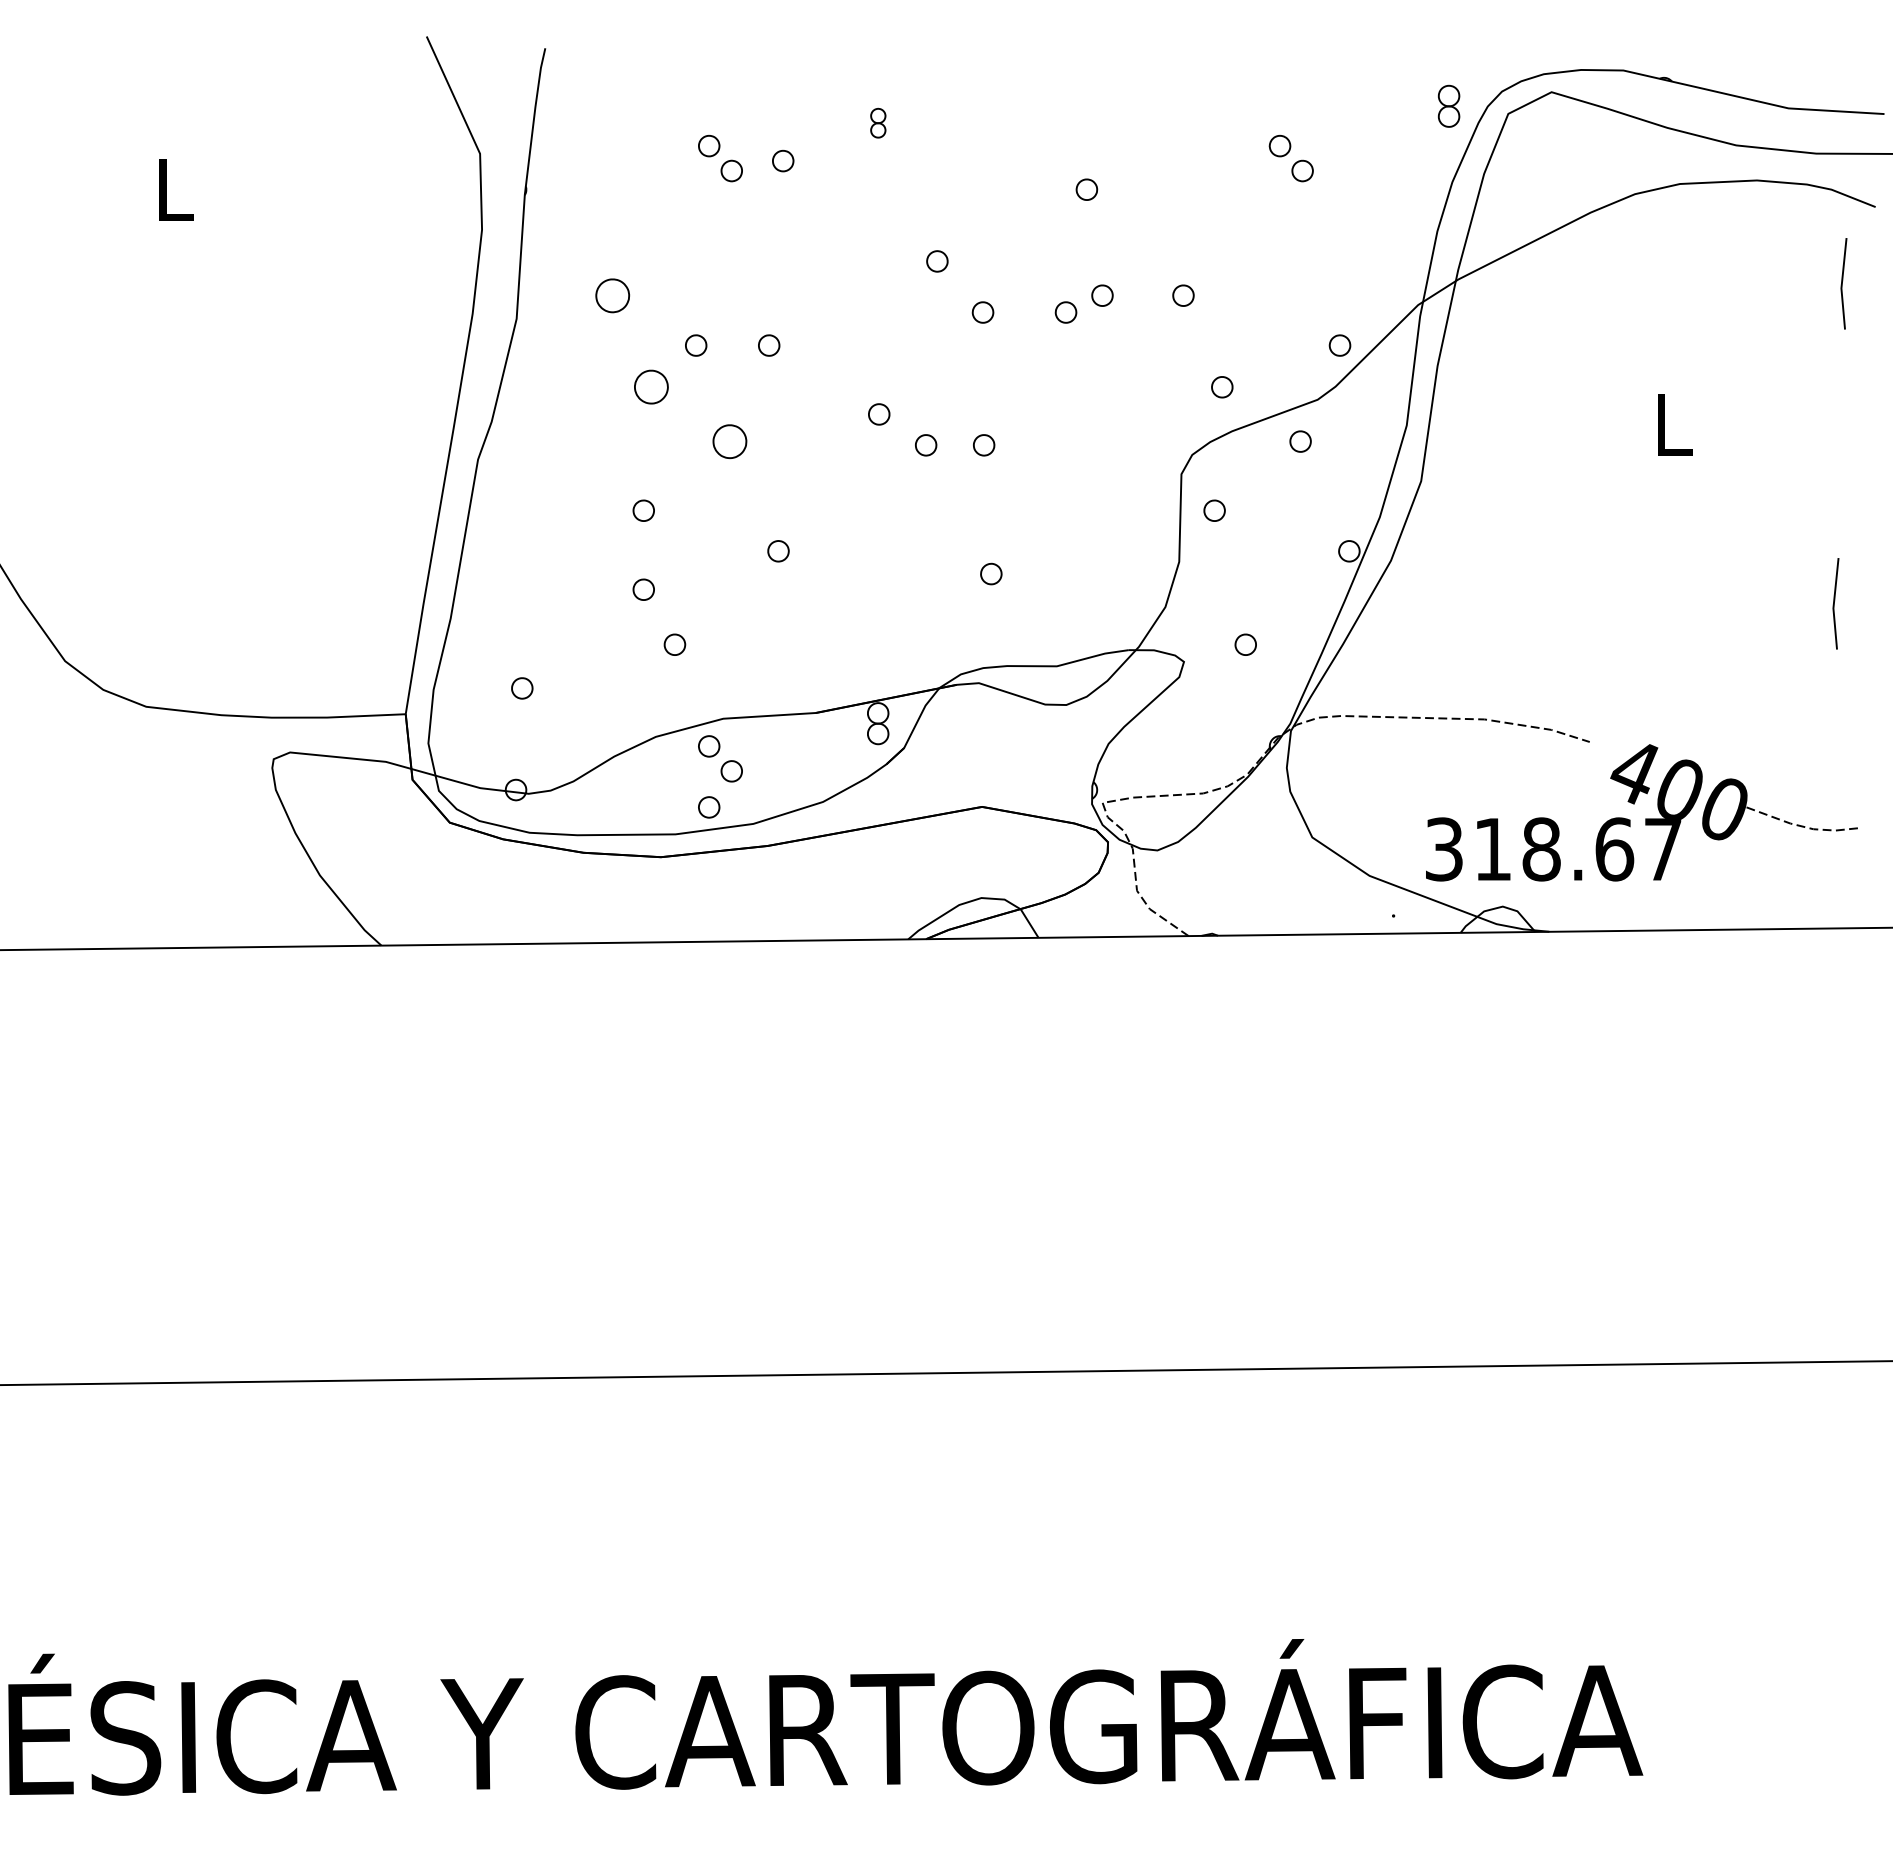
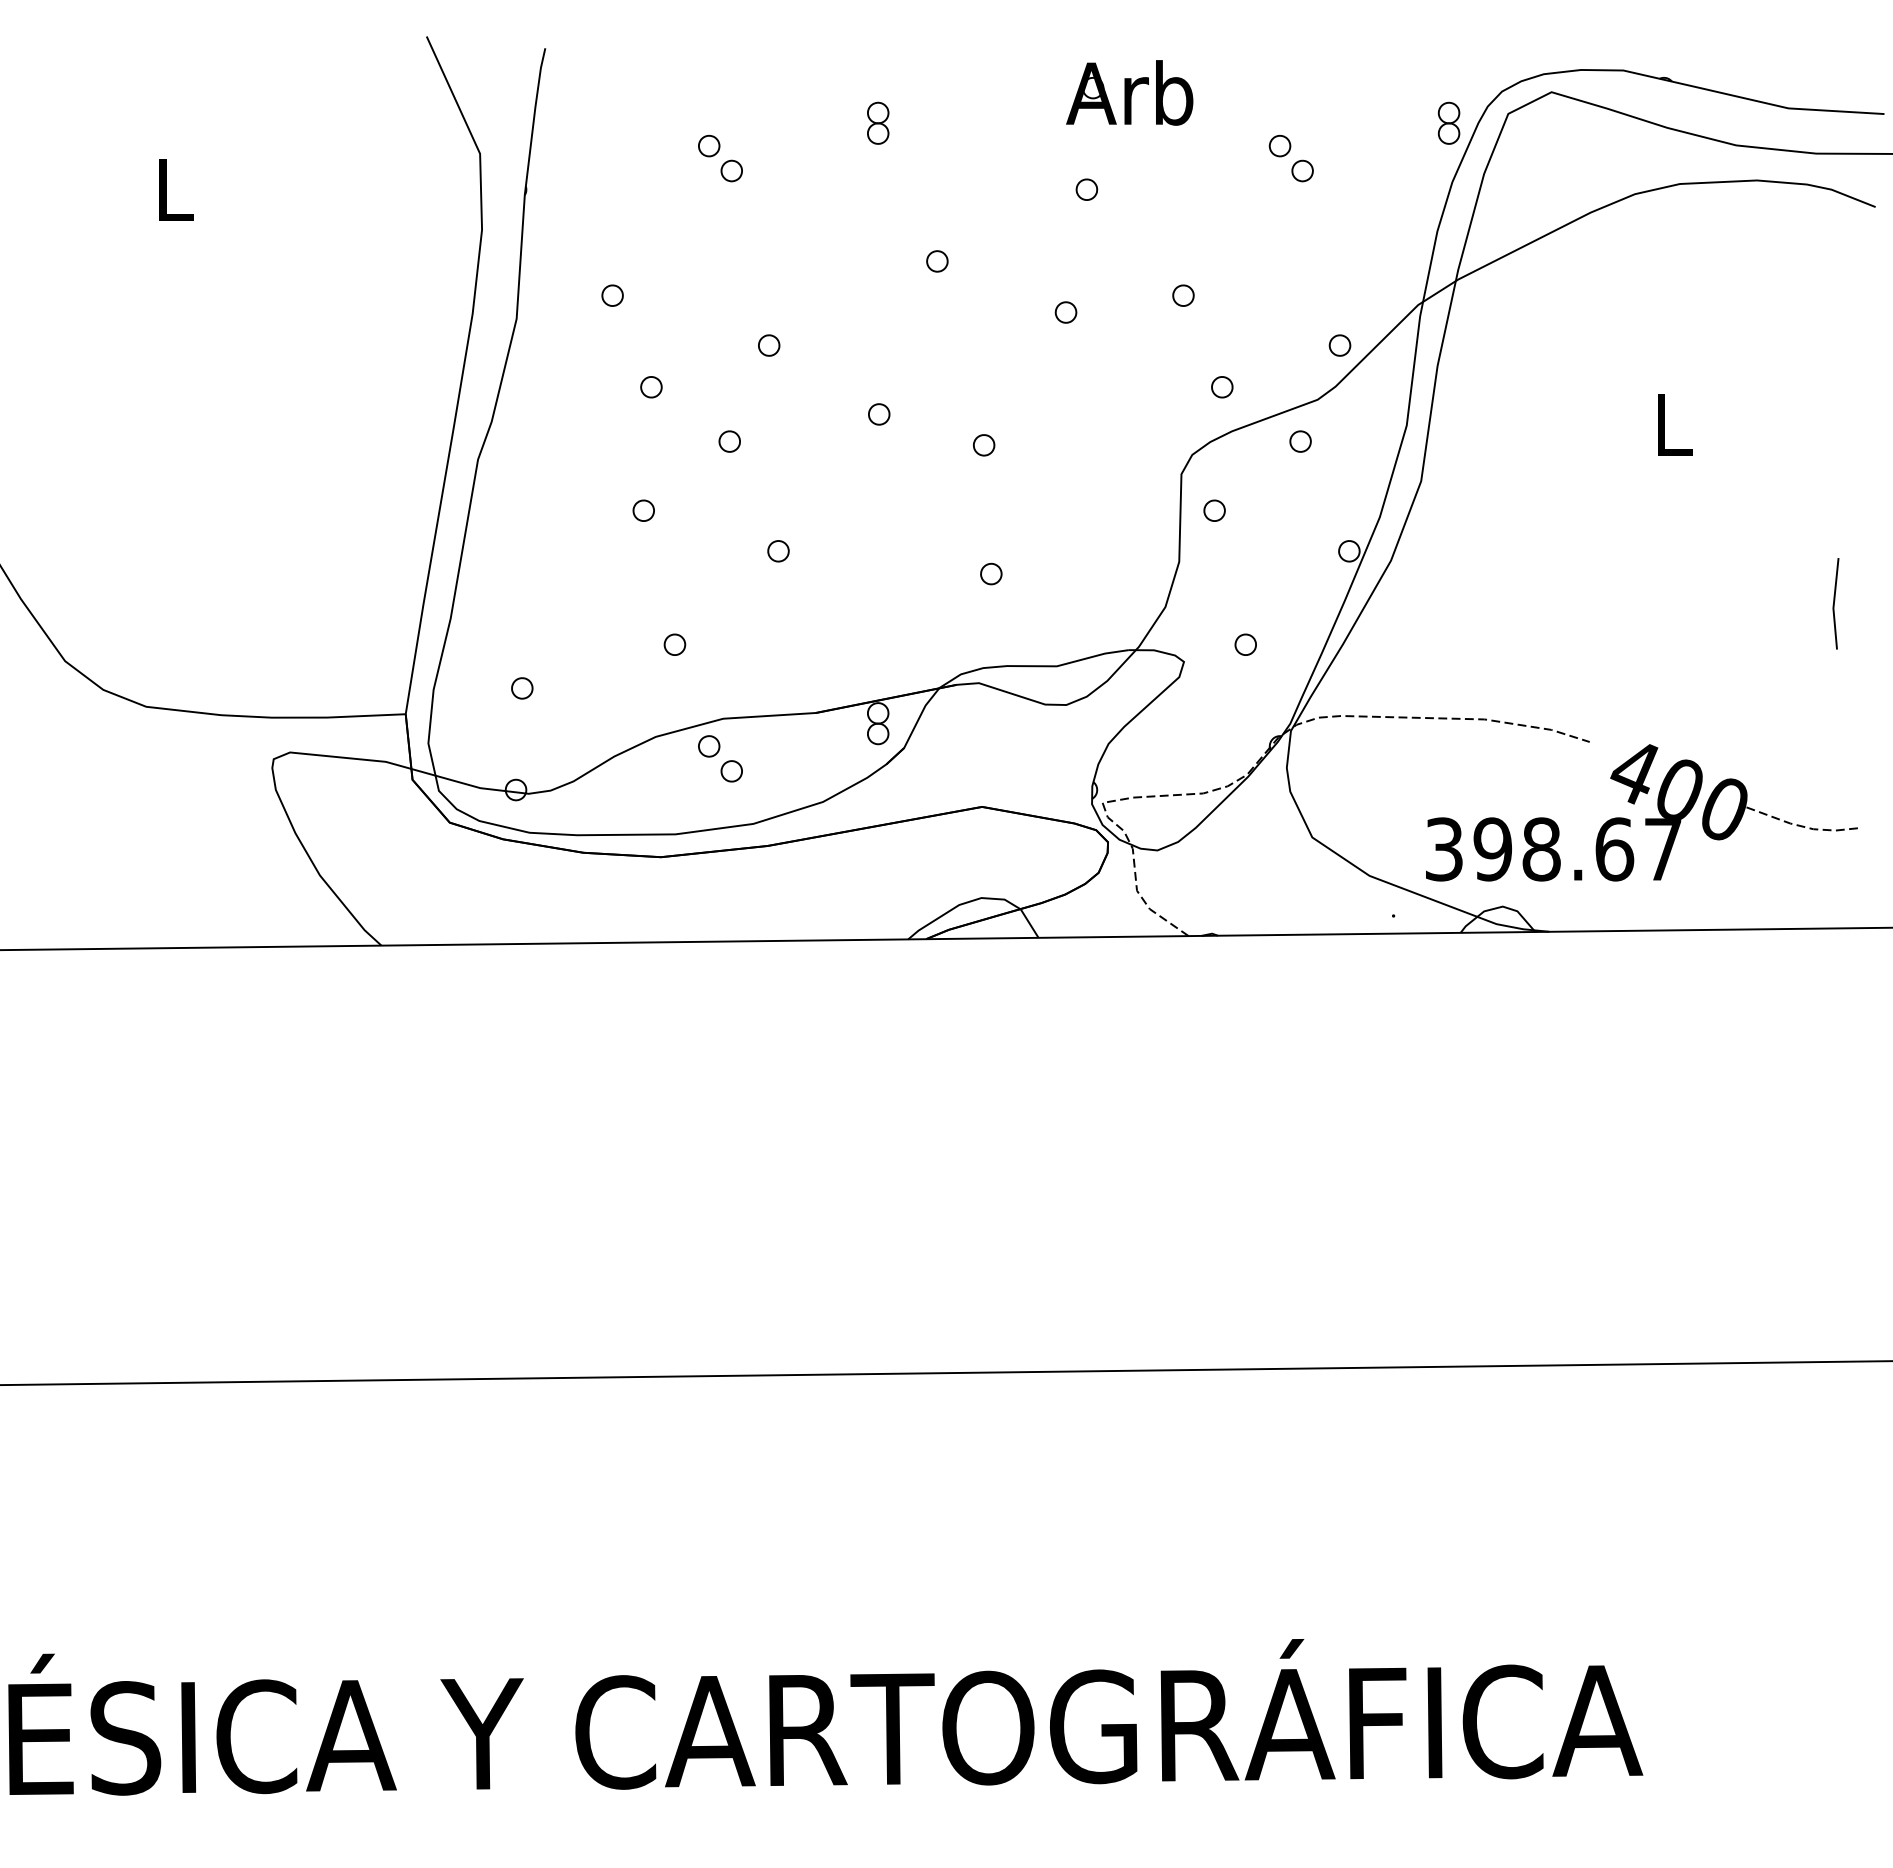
part at (1129, 92): none -> present
part at (1449, 105) position: (1449, 105) -> (1449, 122)
part at (878, 122) size: 17x32 px -> 23x44 px
part at (783, 161): present -> none
line at (1842, 283): present -> none
part at (612, 295) size: 36x36 px -> 23x23 px
part at (1102, 295): present -> none
part at (982, 312): present -> none
part at (696, 345): present -> none
part at (651, 386) size: 35x36 px -> 23x23 px
part at (729, 441) size: 36x35 px -> 23x23 px
part at (926, 445): present -> none
part at (643, 589): present -> none
part at (709, 807): present -> none
text at (1492, 849): 318.67 -> 398.67
